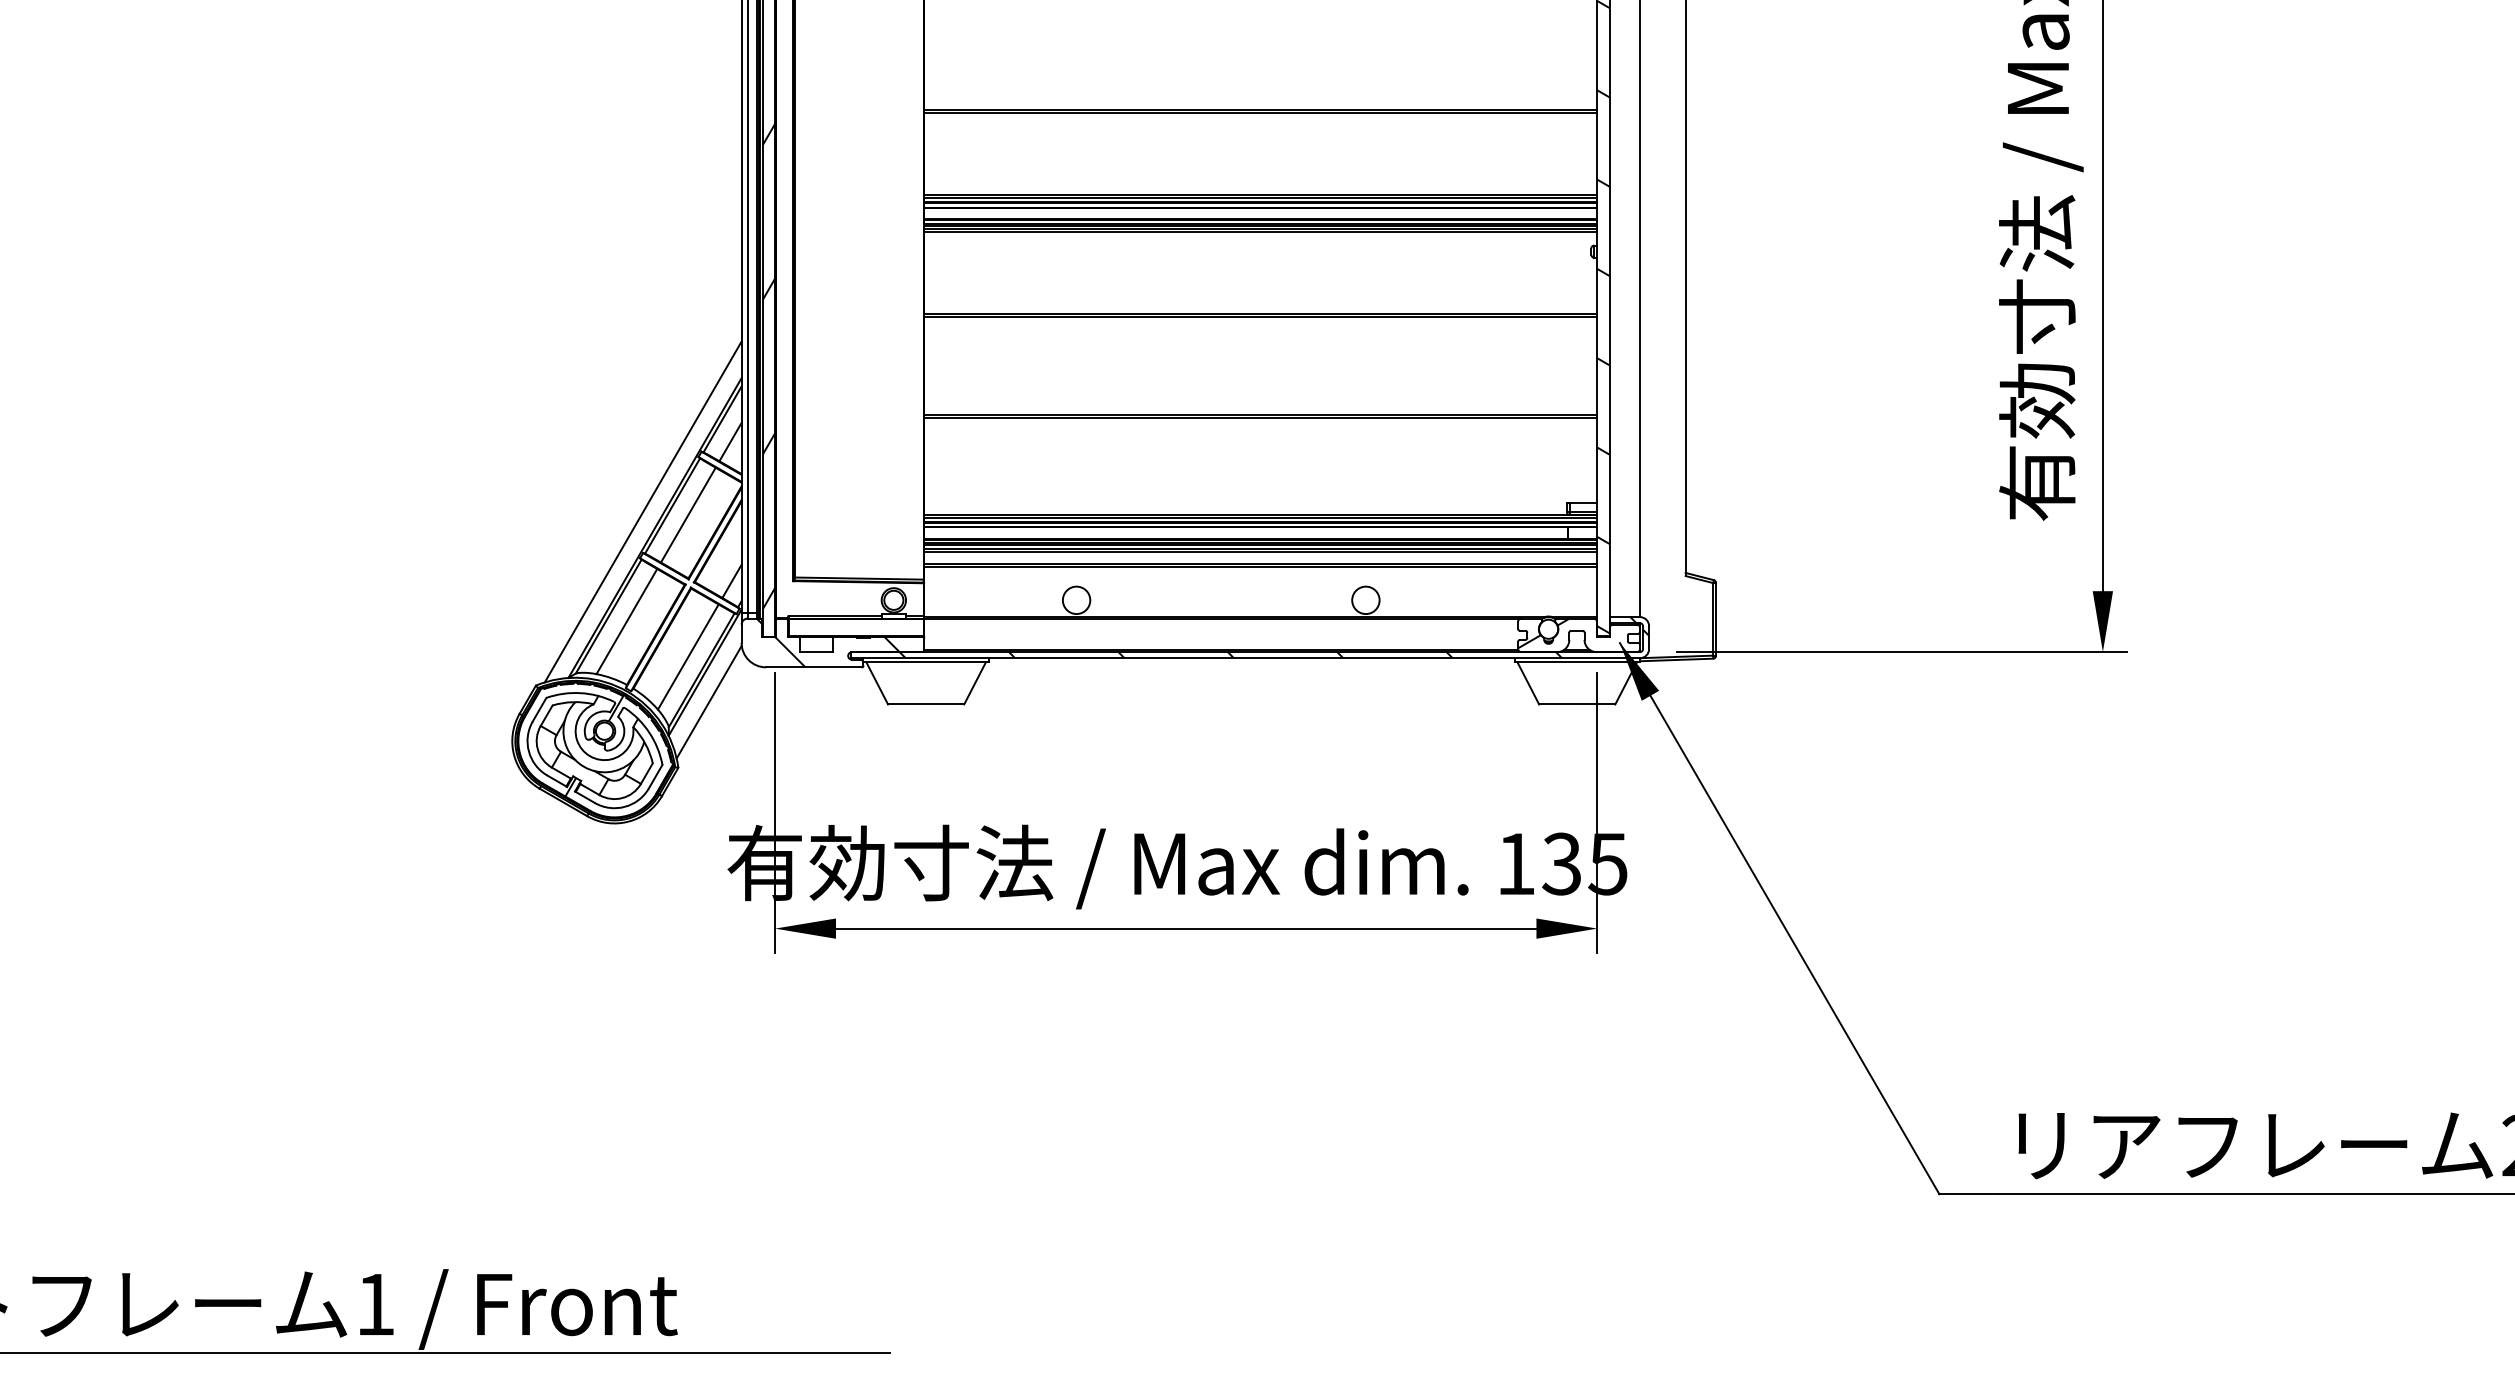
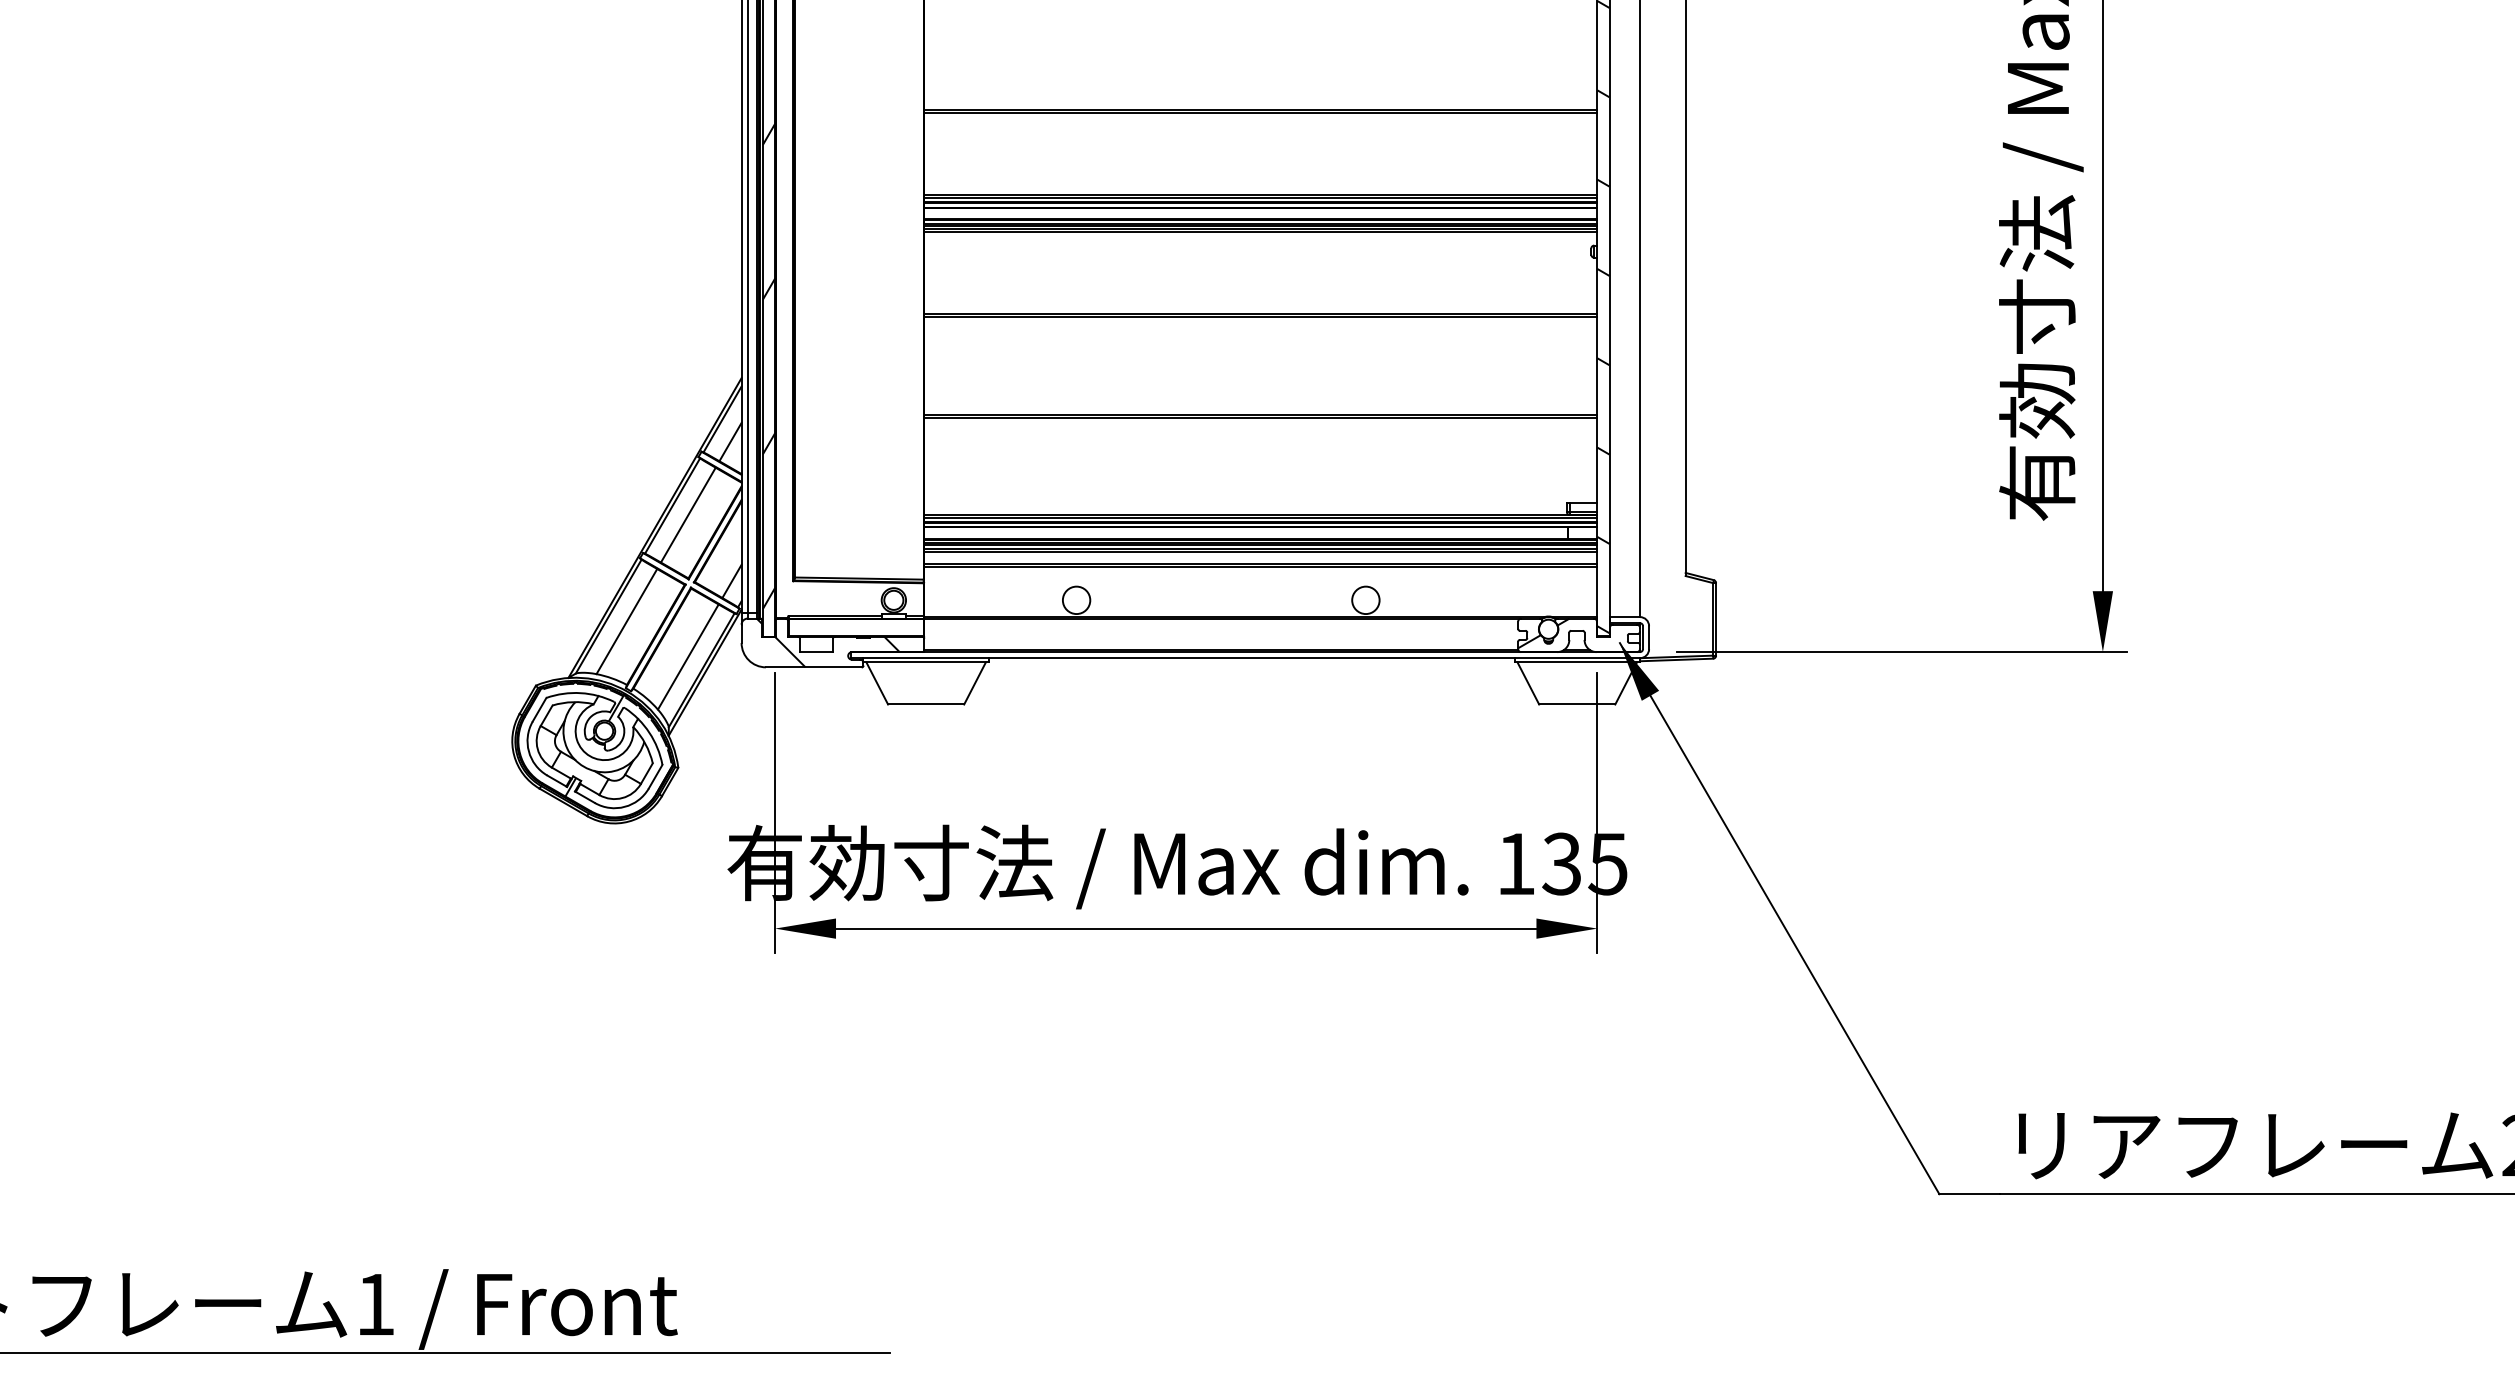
line at (642, 511): present -> none
hatch at (1274, 637): present -> none
line at (708, 701): present -> none
